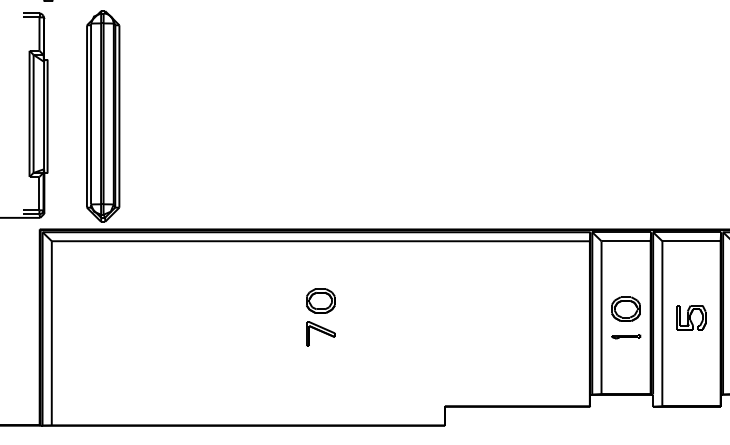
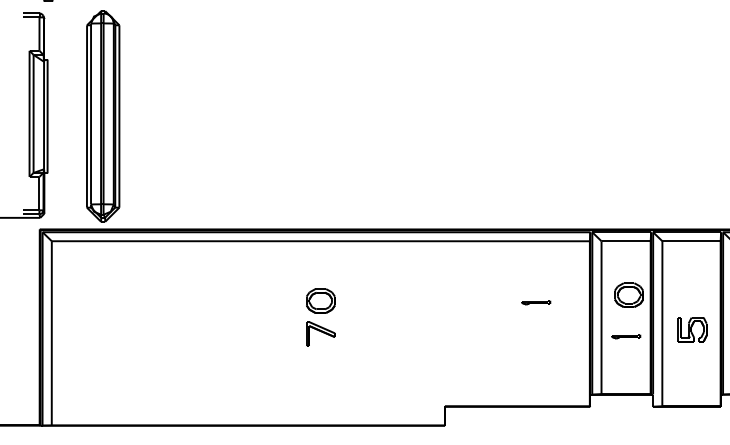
line at (536, 302): none -> present
part at (625, 308) position: (625, 308) -> (628, 294)
part at (691, 317) position: (691, 317) -> (692, 329)
